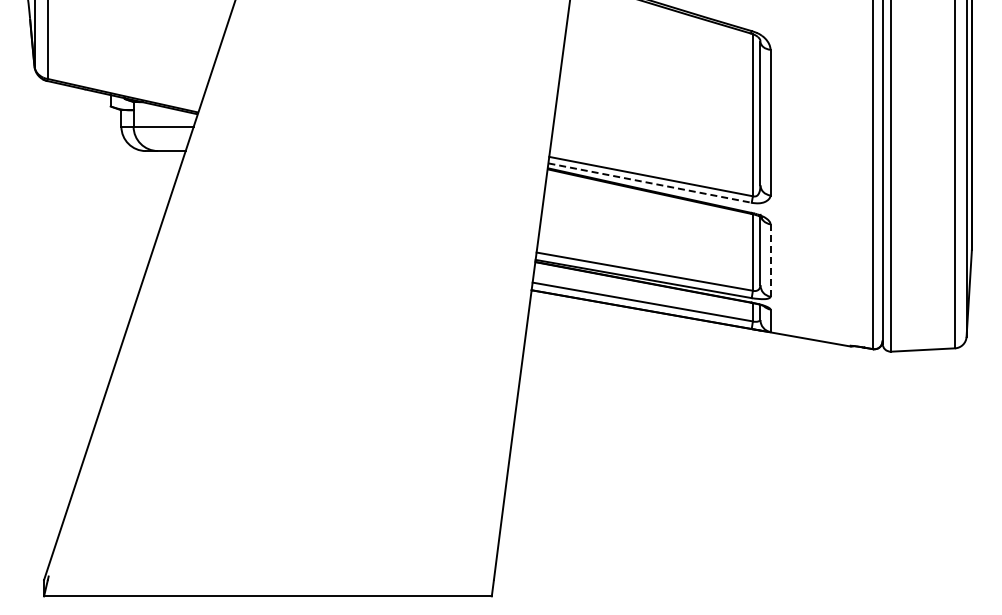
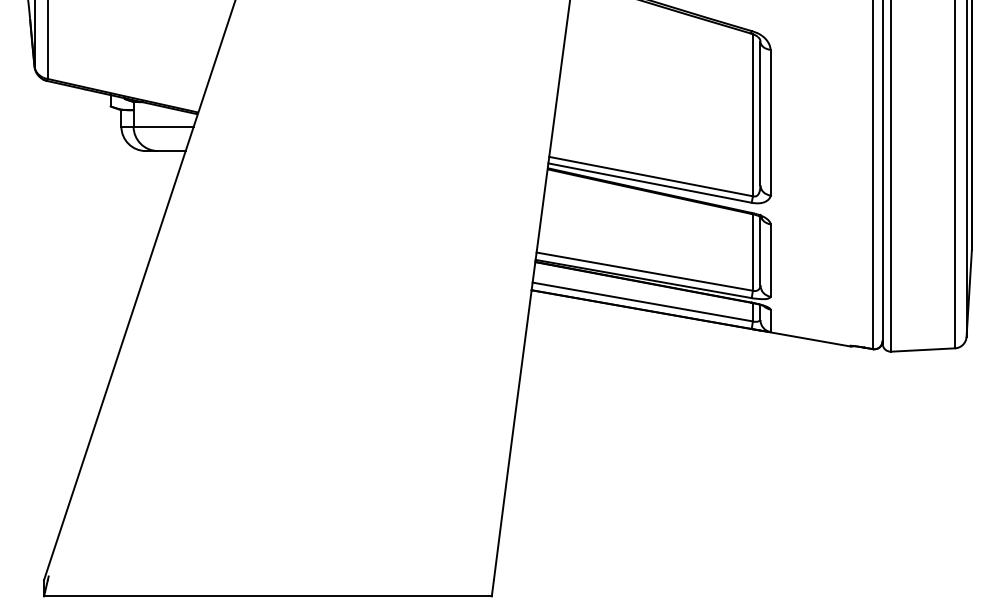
line at (650, 183): dashed -> solid
line at (770, 261): dashed -> solid
